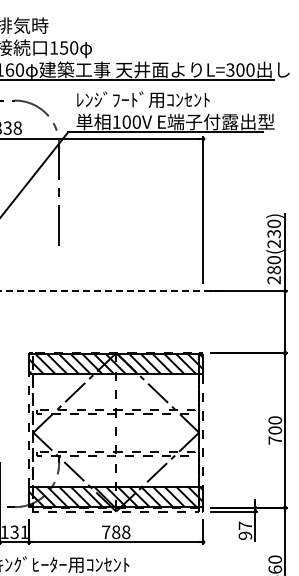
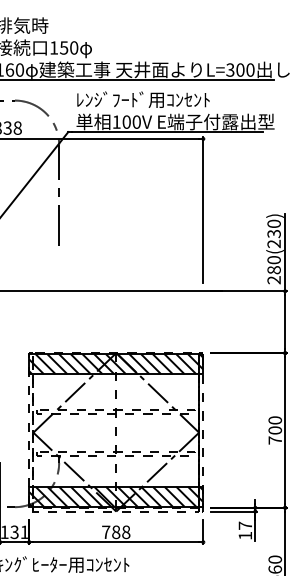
line at (111, 291): dashed -> solid
text at (245, 535): 97 -> 17
